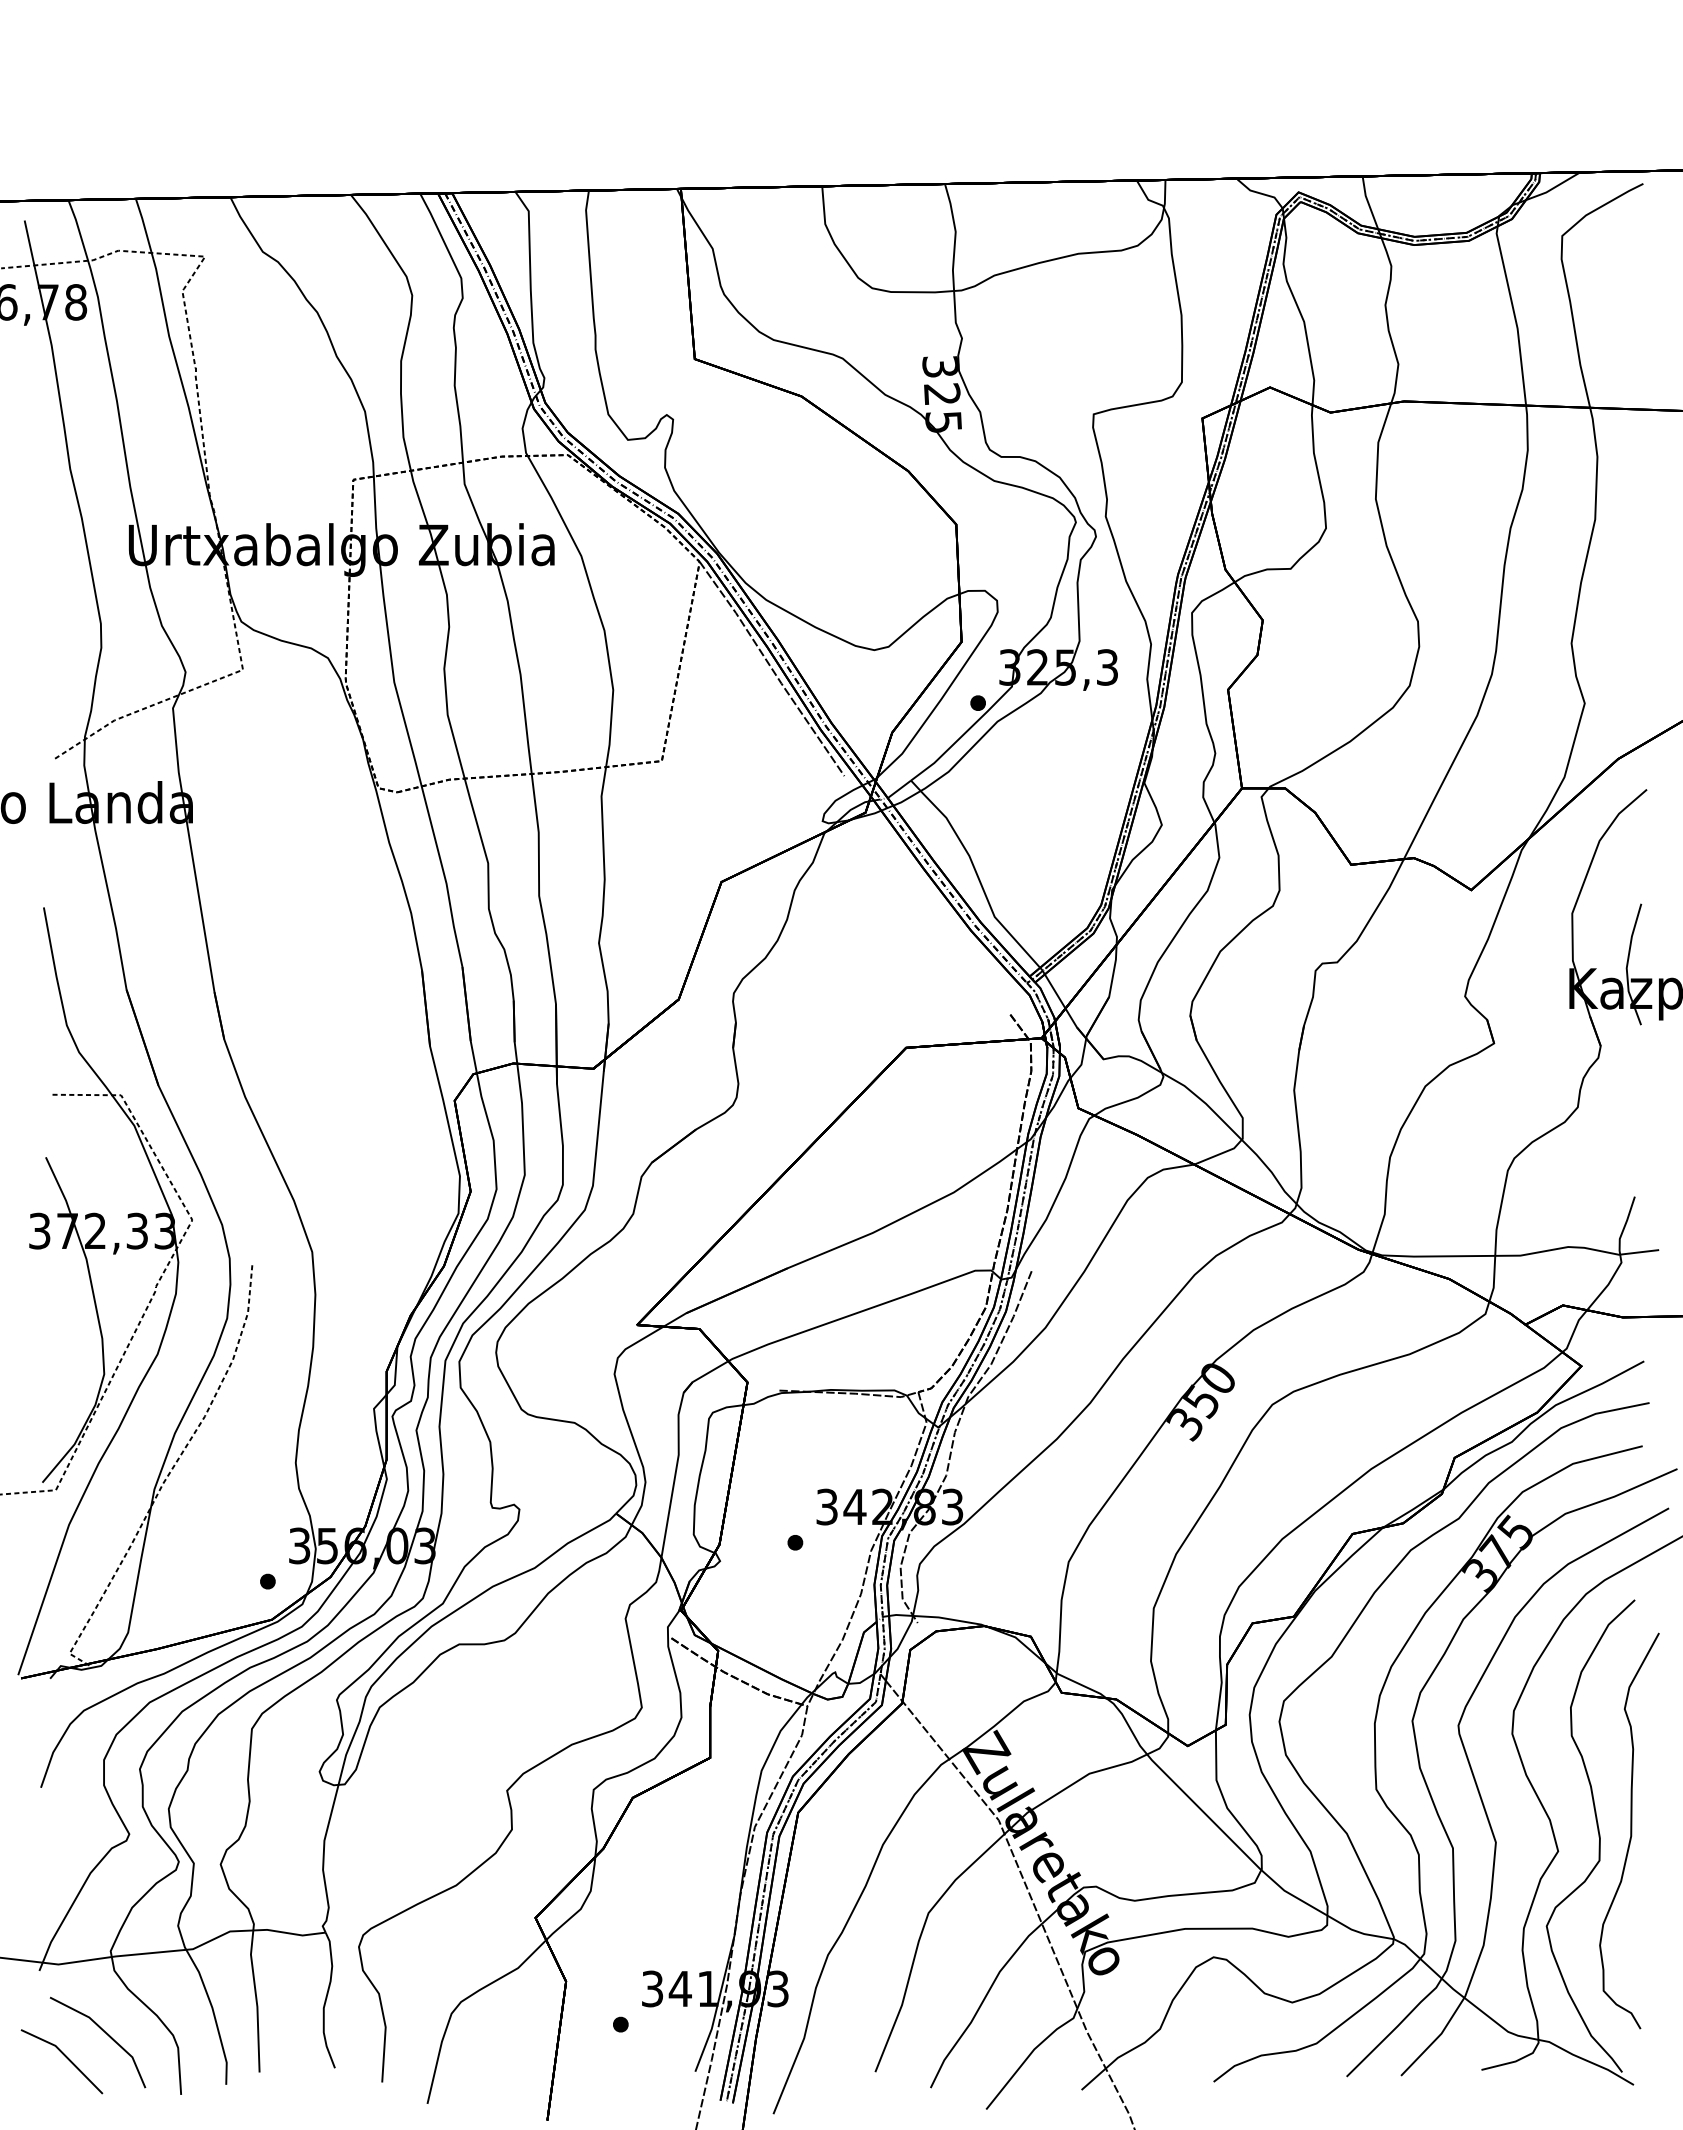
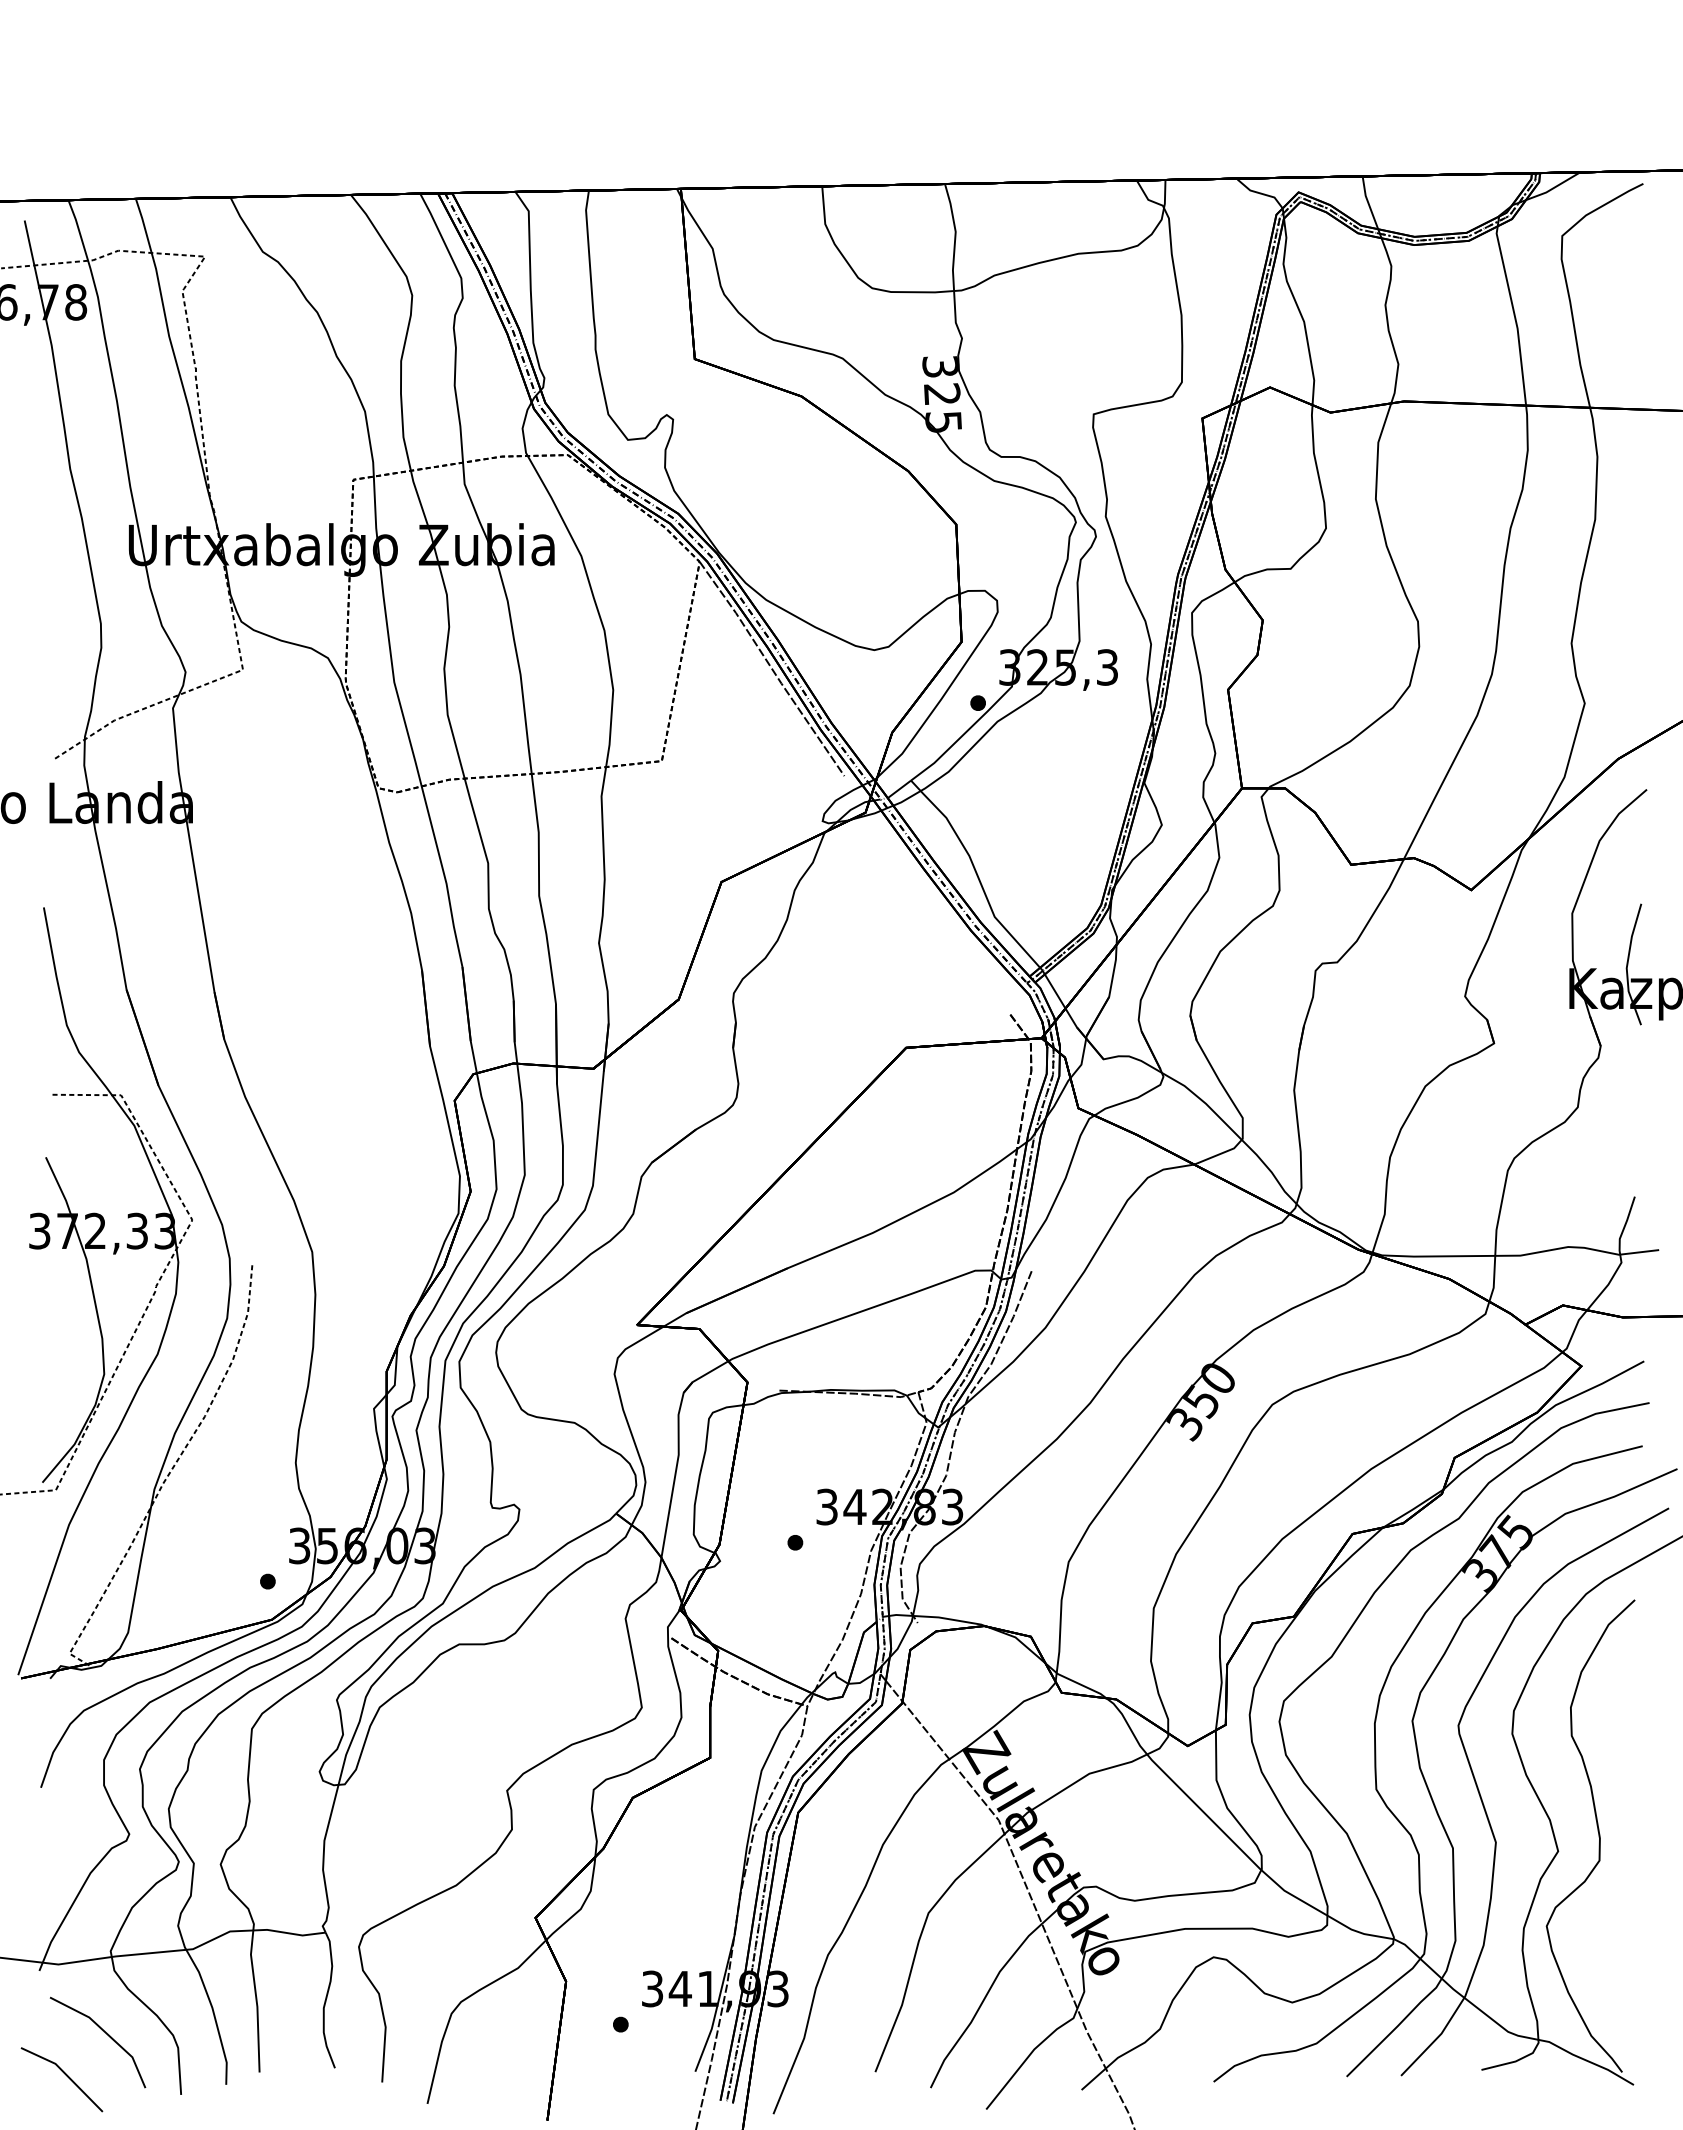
curve at (1630, 1830): present -> none
line at (65, 2057) position: (65, 2057) -> (65, 2075)
